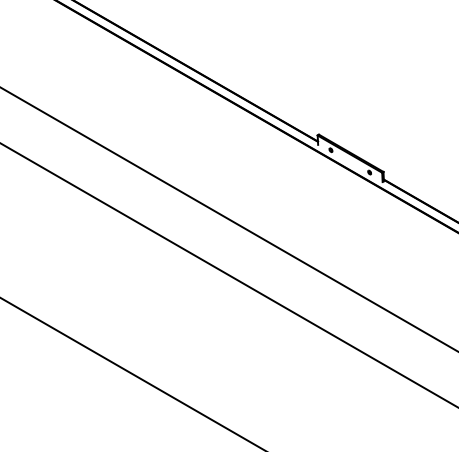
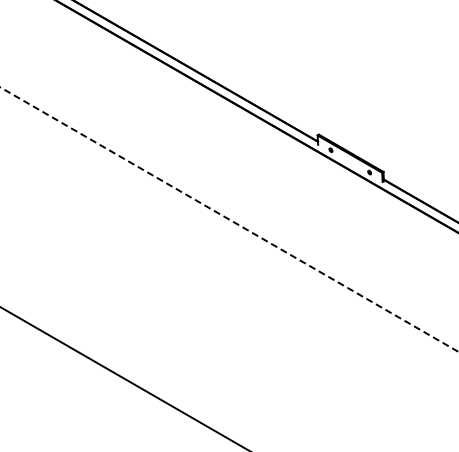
line at (228, 219): solid -> dashed
line at (228, 275): present -> none
line at (131, 373) position: (131, 373) -> (123, 378)
